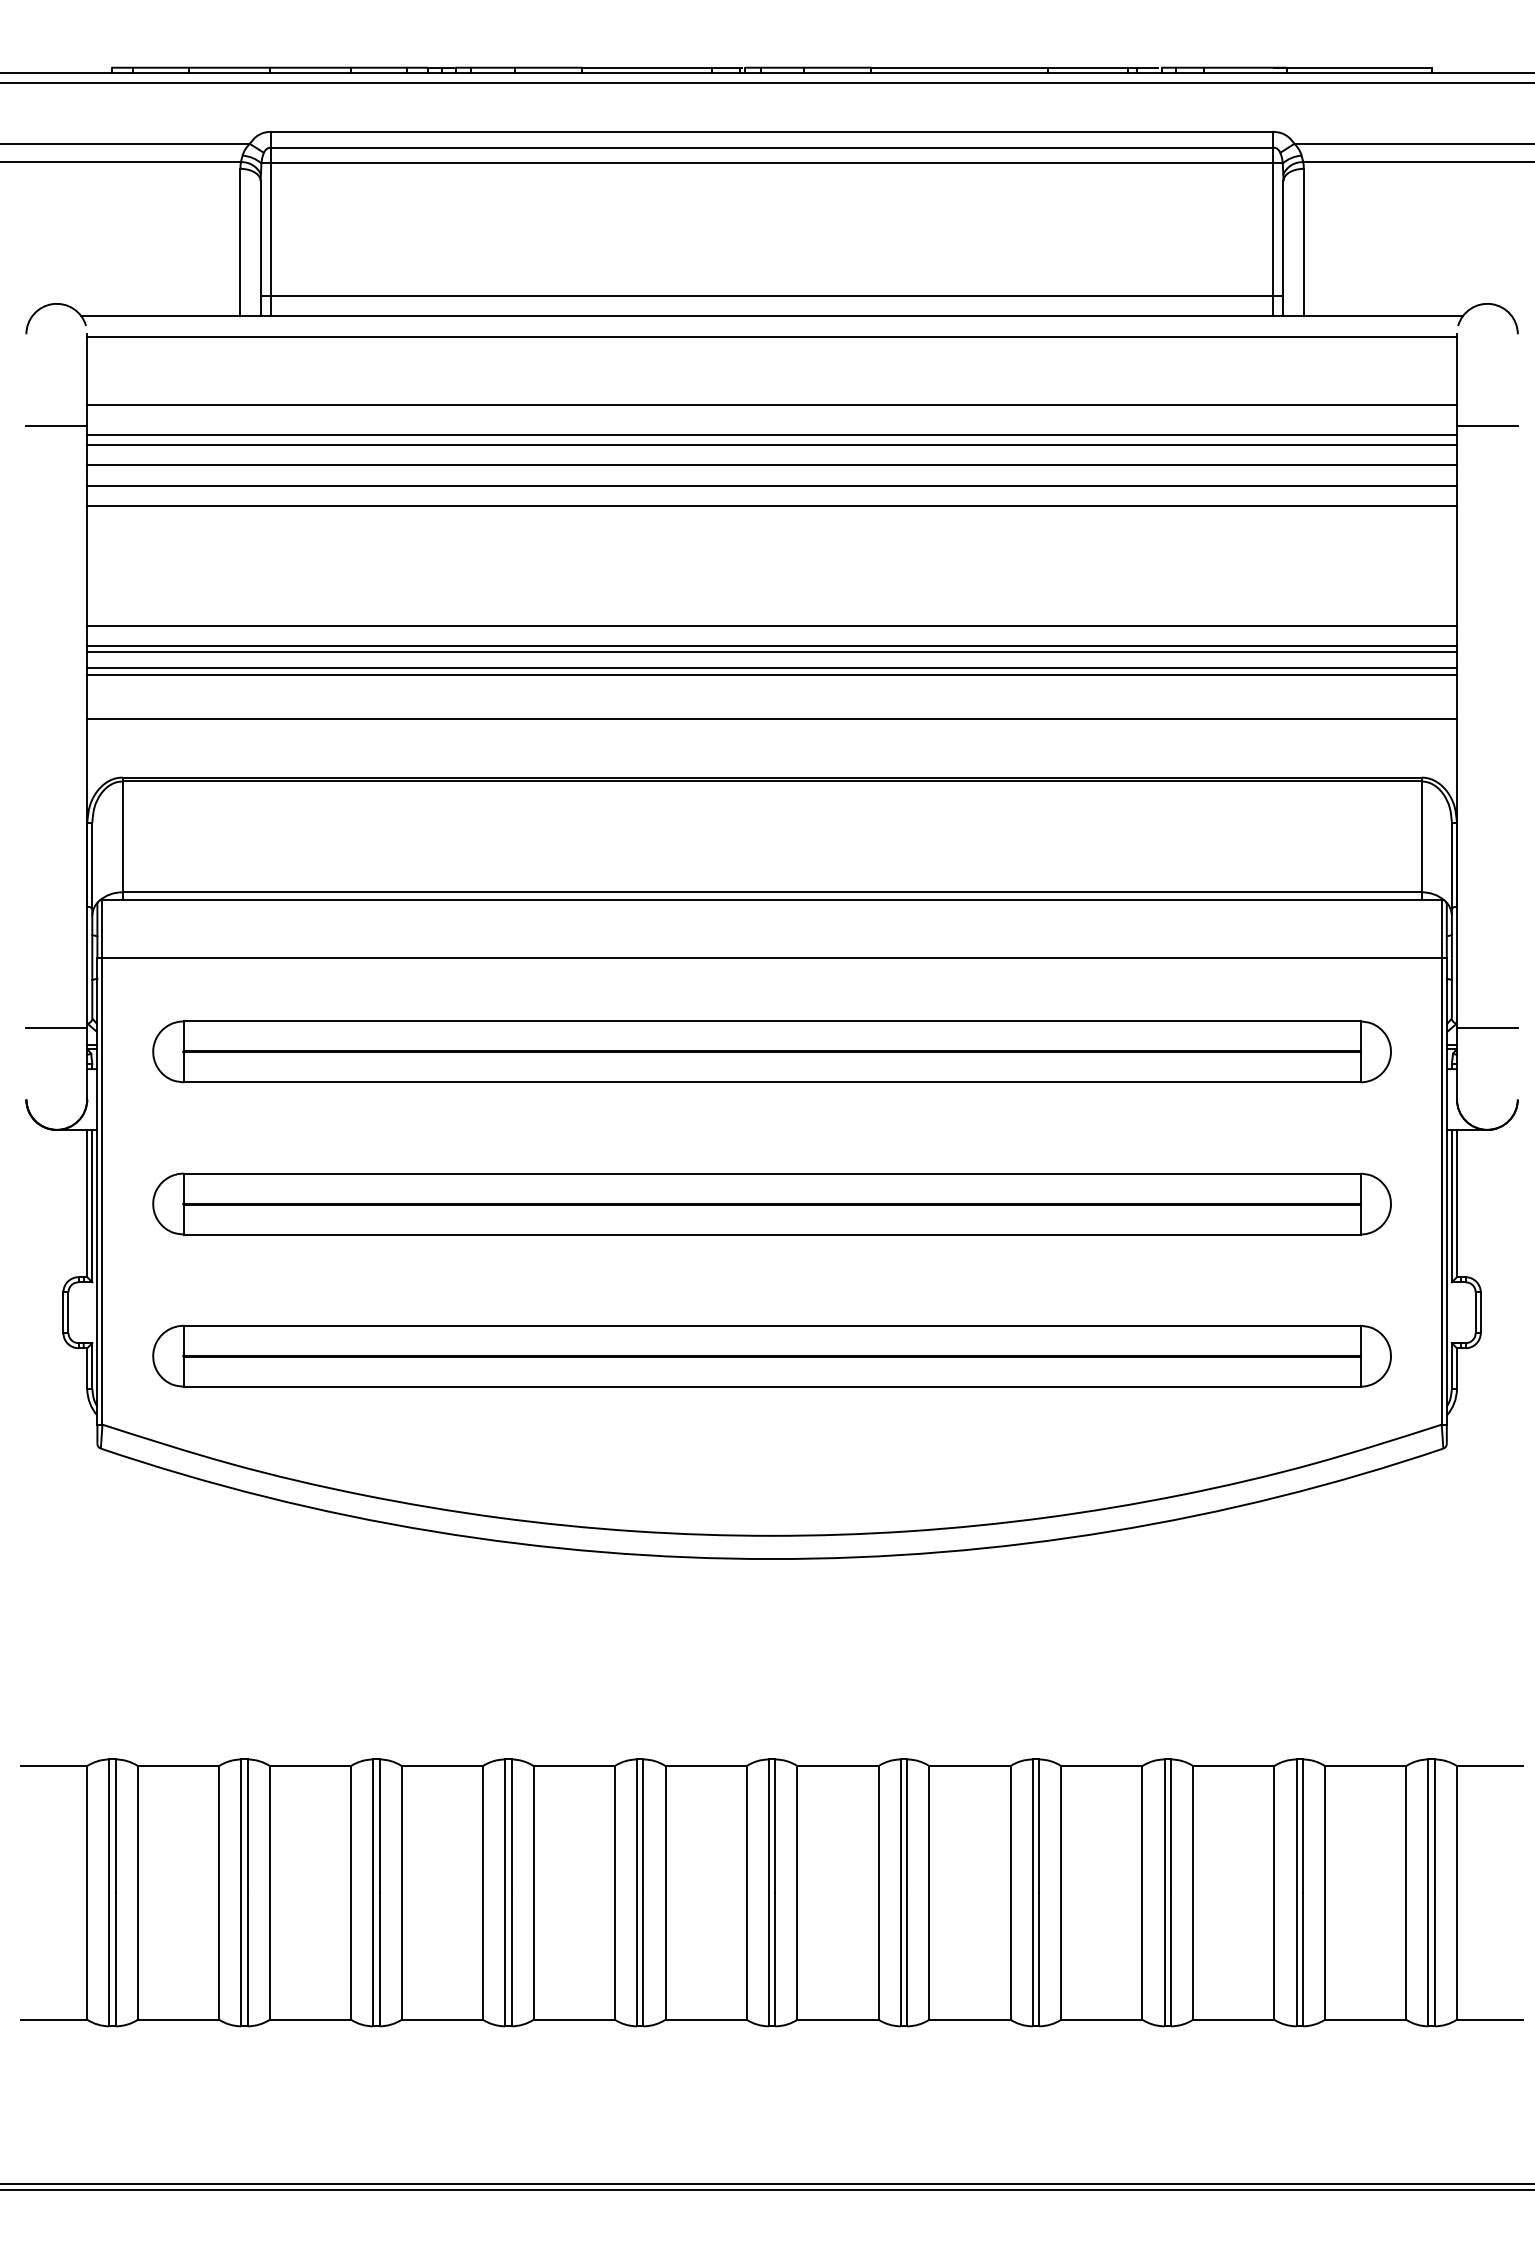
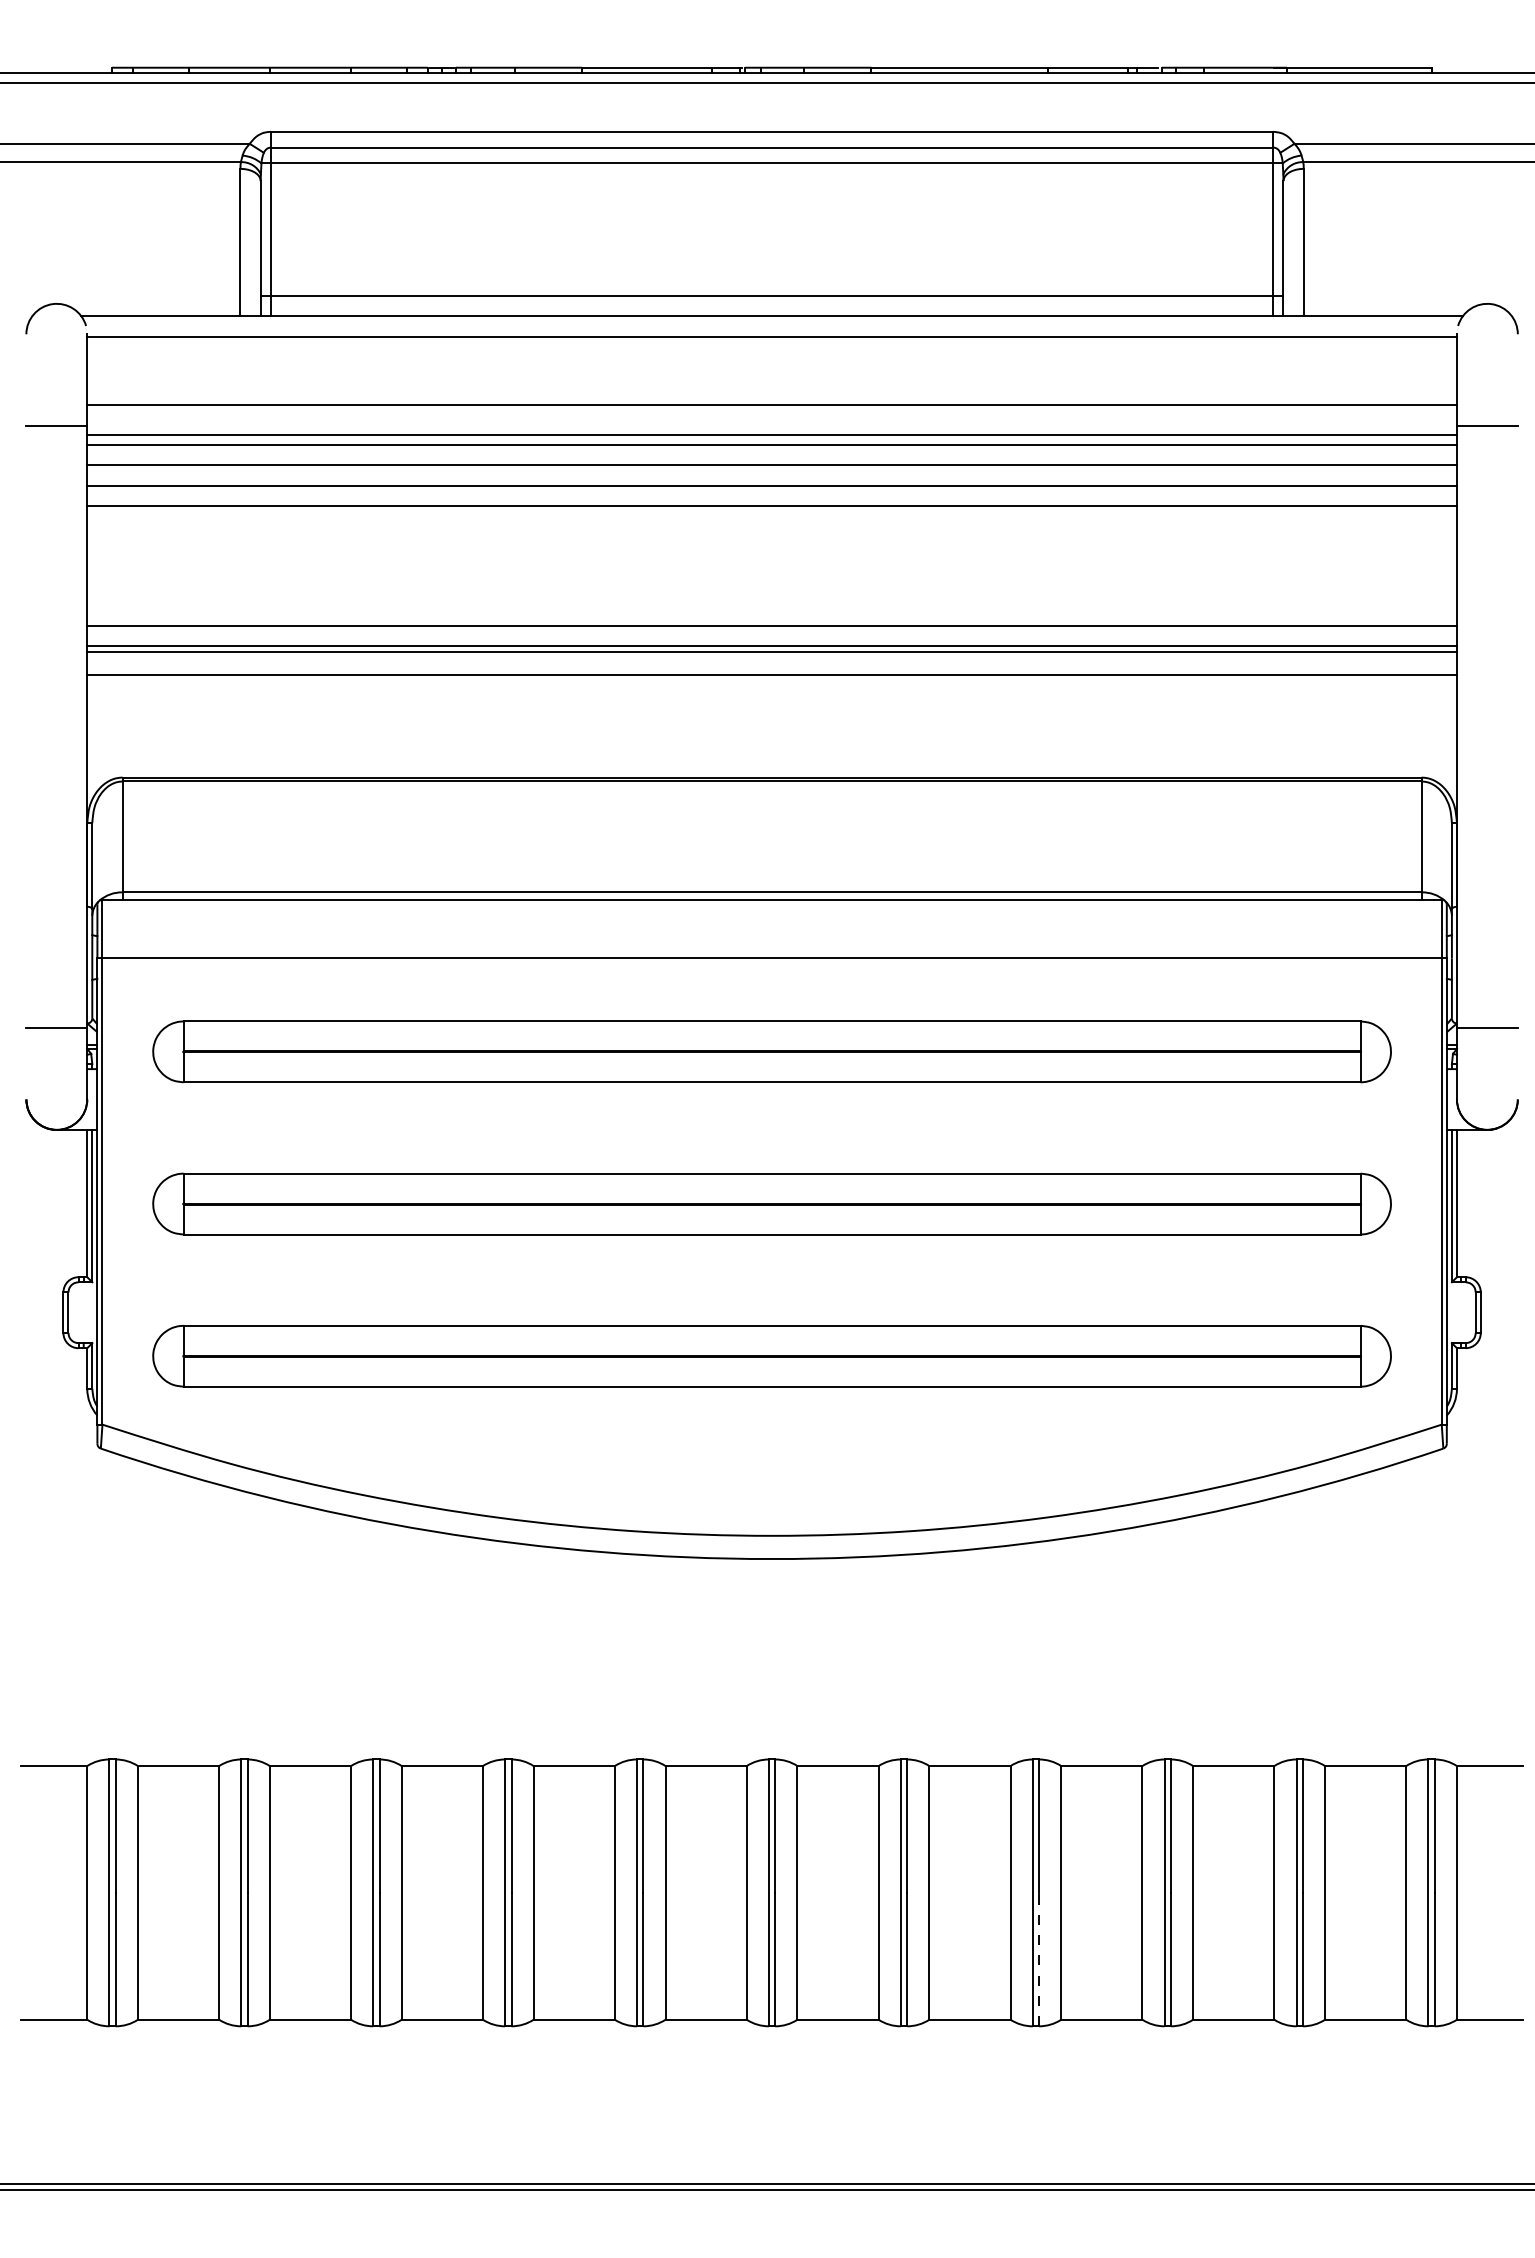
line at (771, 668): present -> none
line at (771, 719): present -> none
line at (1039, 1959): solid -> dashed
